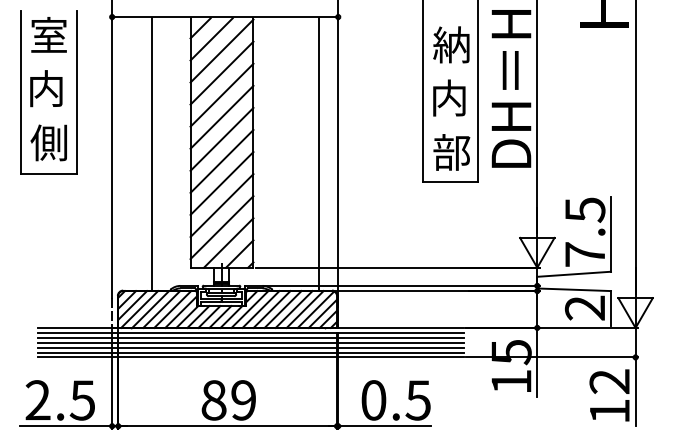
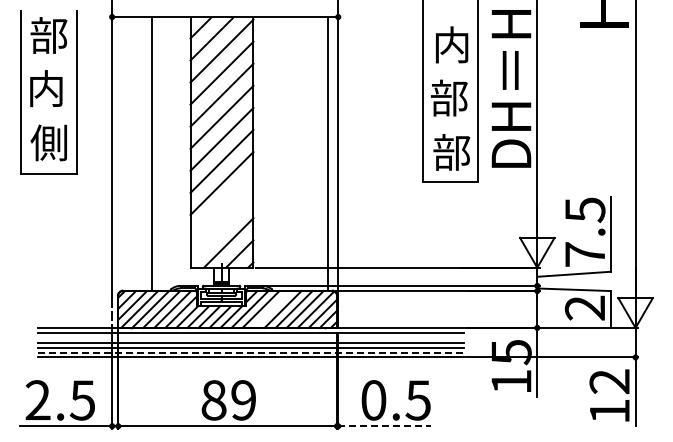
text at (48, 35): 室 -> 部
text at (451, 44): 納 -> 内
text at (449, 97): 内 -> 部
line at (318, 154) position: (318, 154) -> (327, 154)
line at (221, 205): present -> none
line at (221, 227): present -> none
line at (271, 309): present -> none
line at (250, 337): present -> none
line at (251, 352): solid -> dashed
line at (385, 426): solid -> dashed
